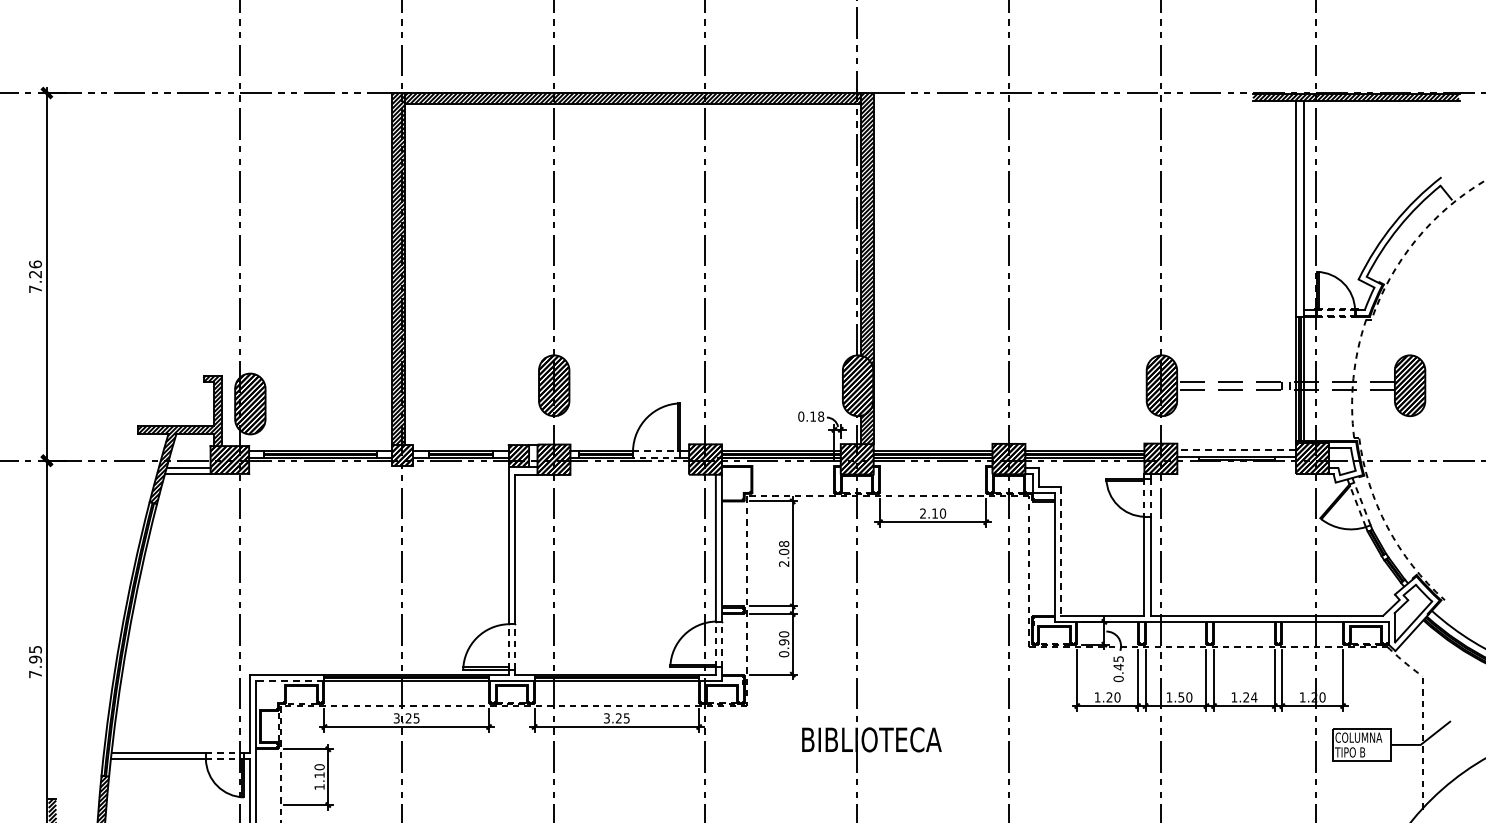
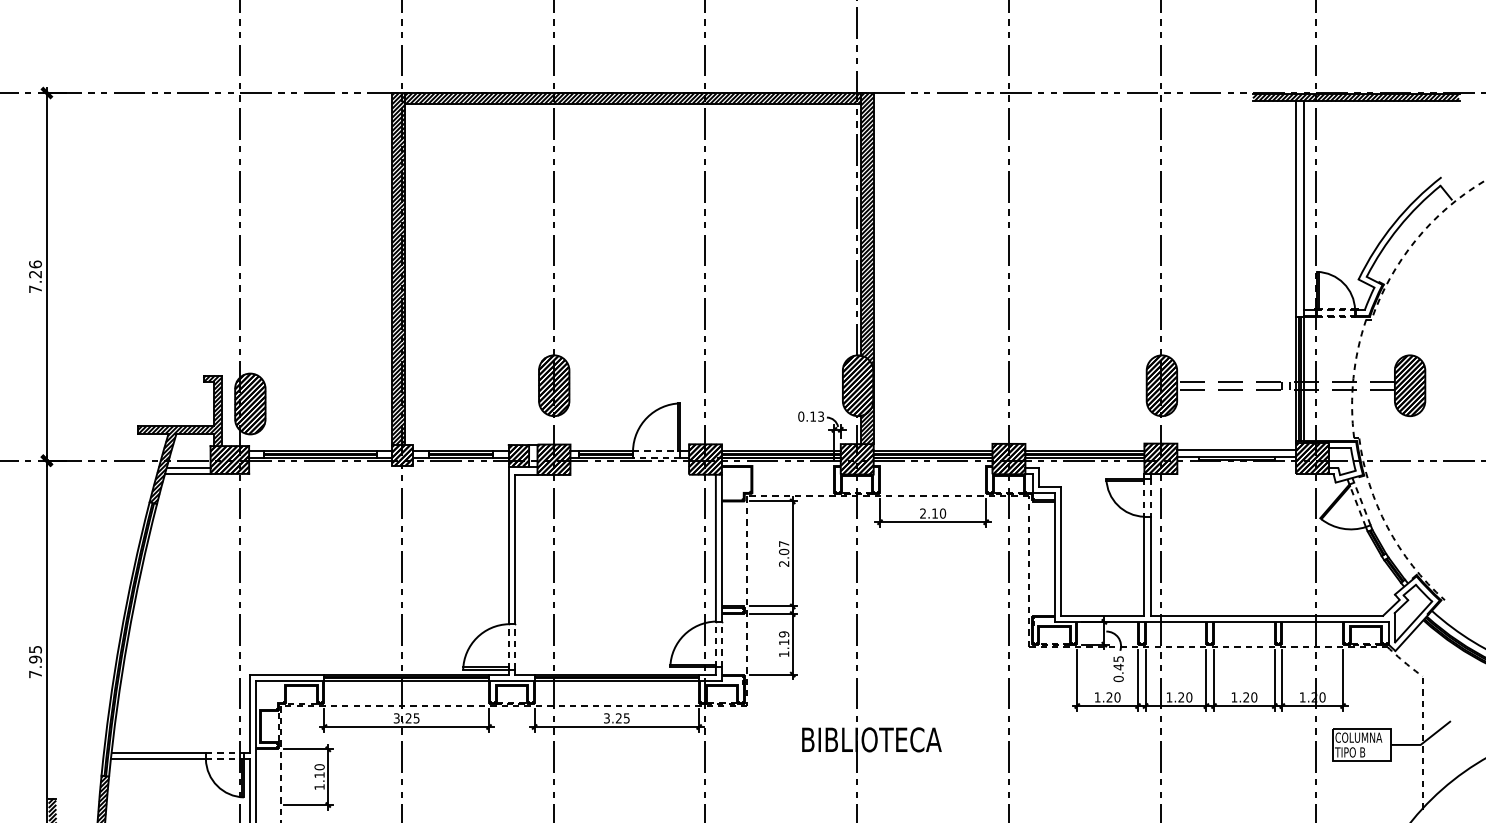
text at (821, 416): 0.18 -> 0.13
line at (1236, 449): dashed -> solid
text at (784, 544): 2.08 -> 2.07
line at (1060, 551): dashed -> solid
text at (784, 644): 0.90 -> 1.19
line at (289, 680): dashed -> solid
text at (1181, 697): 1.50 -> 1.20
text at (1254, 697): 1.24 -> 1.20
